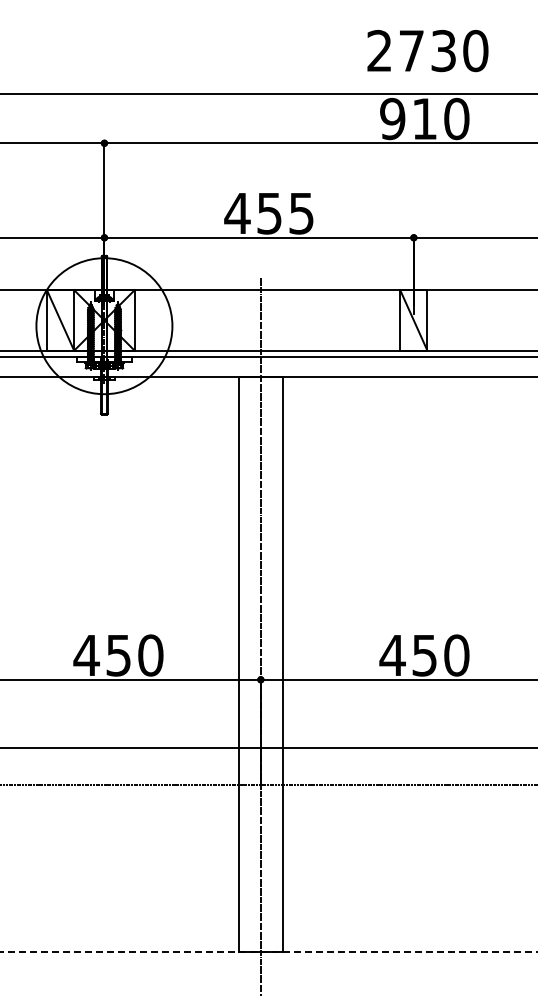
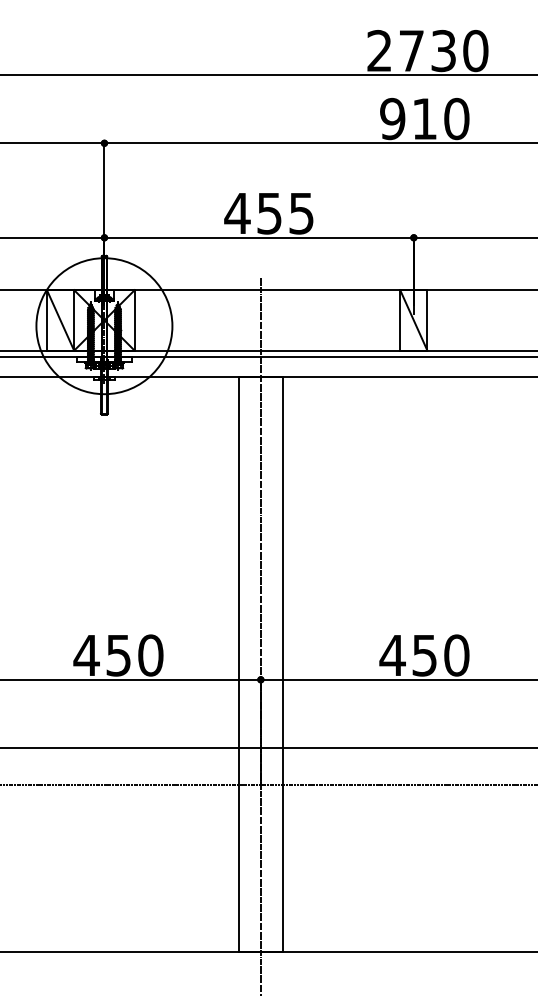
line at (268, 94) position: (268, 94) -> (268, 75)
line at (268, 951): dashed -> solid
